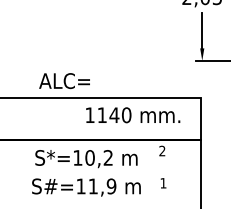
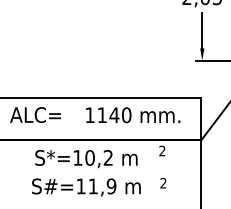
text at (64, 81) position: (64, 81) -> (35, 115)
line at (214, 122): none -> present
text at (163, 183): 1 -> 2
